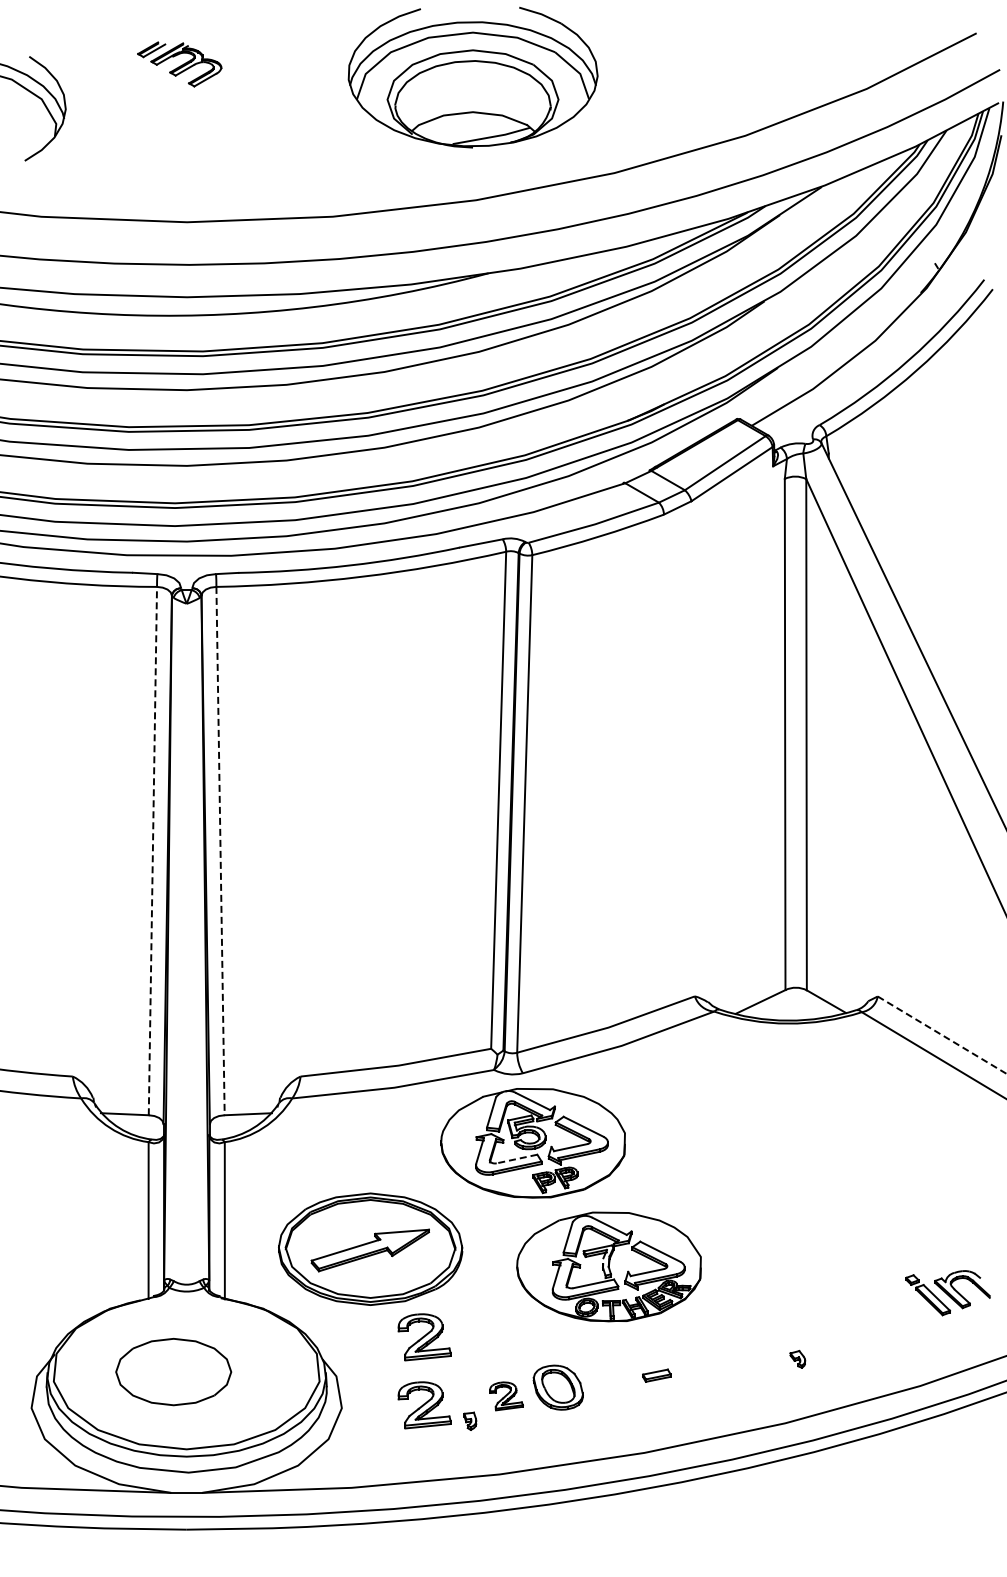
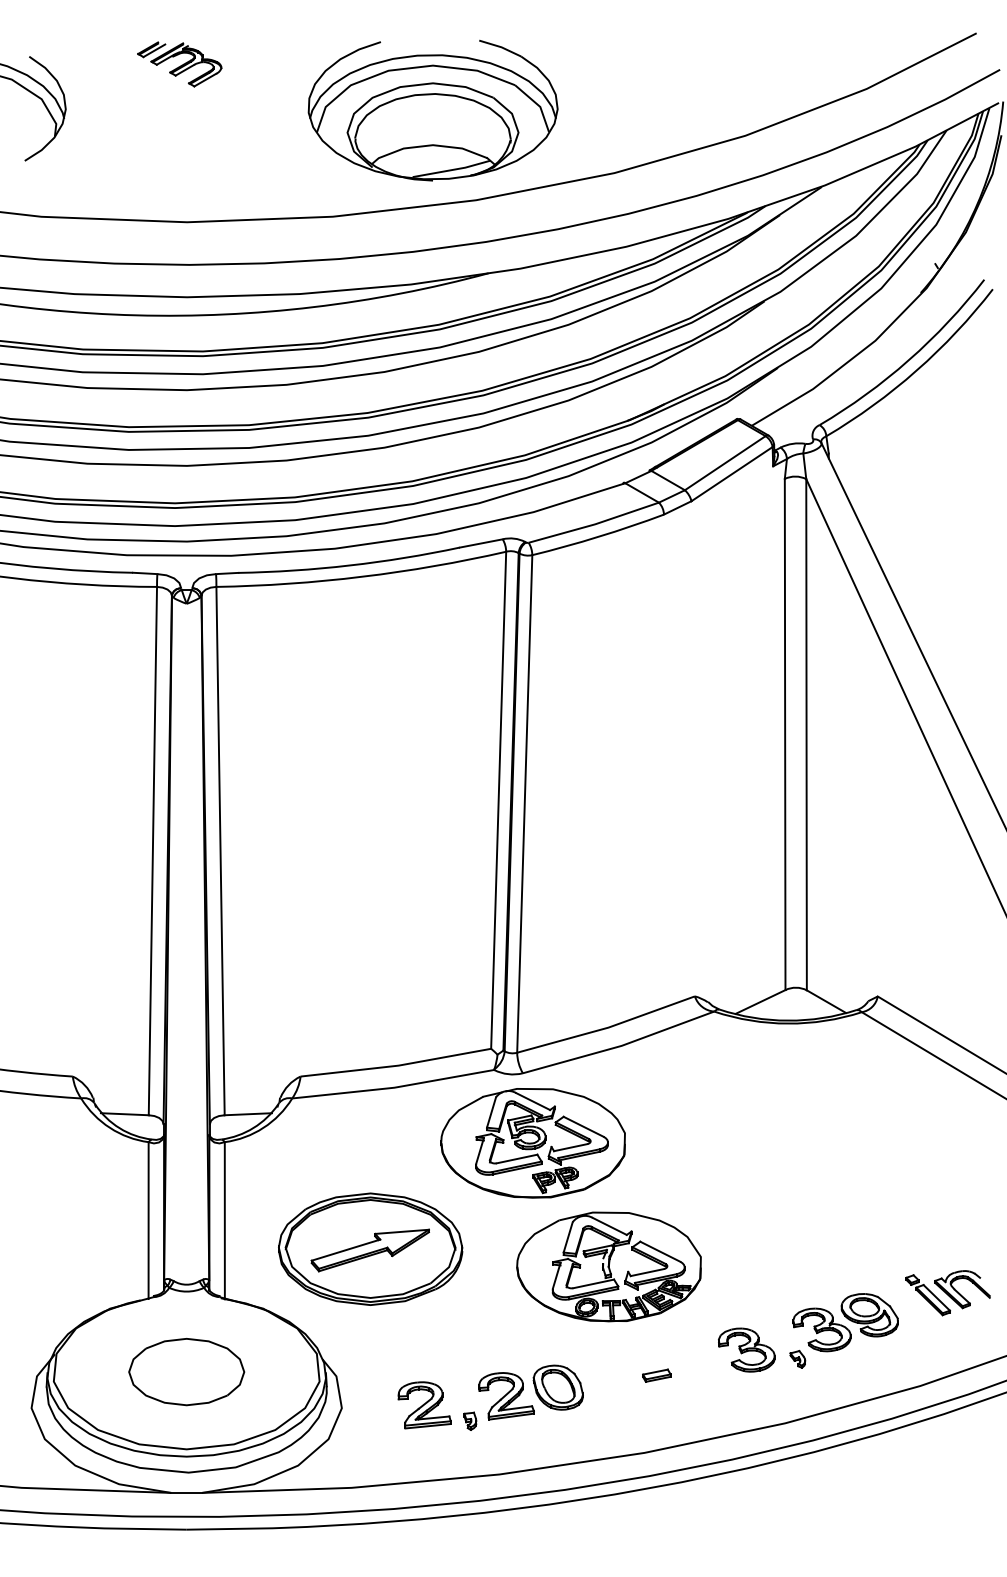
part at (472, 77) position: (472, 77) -> (432, 110)
line at (152, 850): dashed -> solid
line at (220, 851): dashed -> solid
line at (942, 1035): dashed -> solid
line at (517, 1159): dashed -> solid
part at (845, 1322): none -> present
part at (424, 1337): present -> none
part at (746, 1349): none -> present
part at (173, 1372) position: (173, 1372) -> (186, 1372)
part at (506, 1396) size: 35x31 px -> 57x49 px
